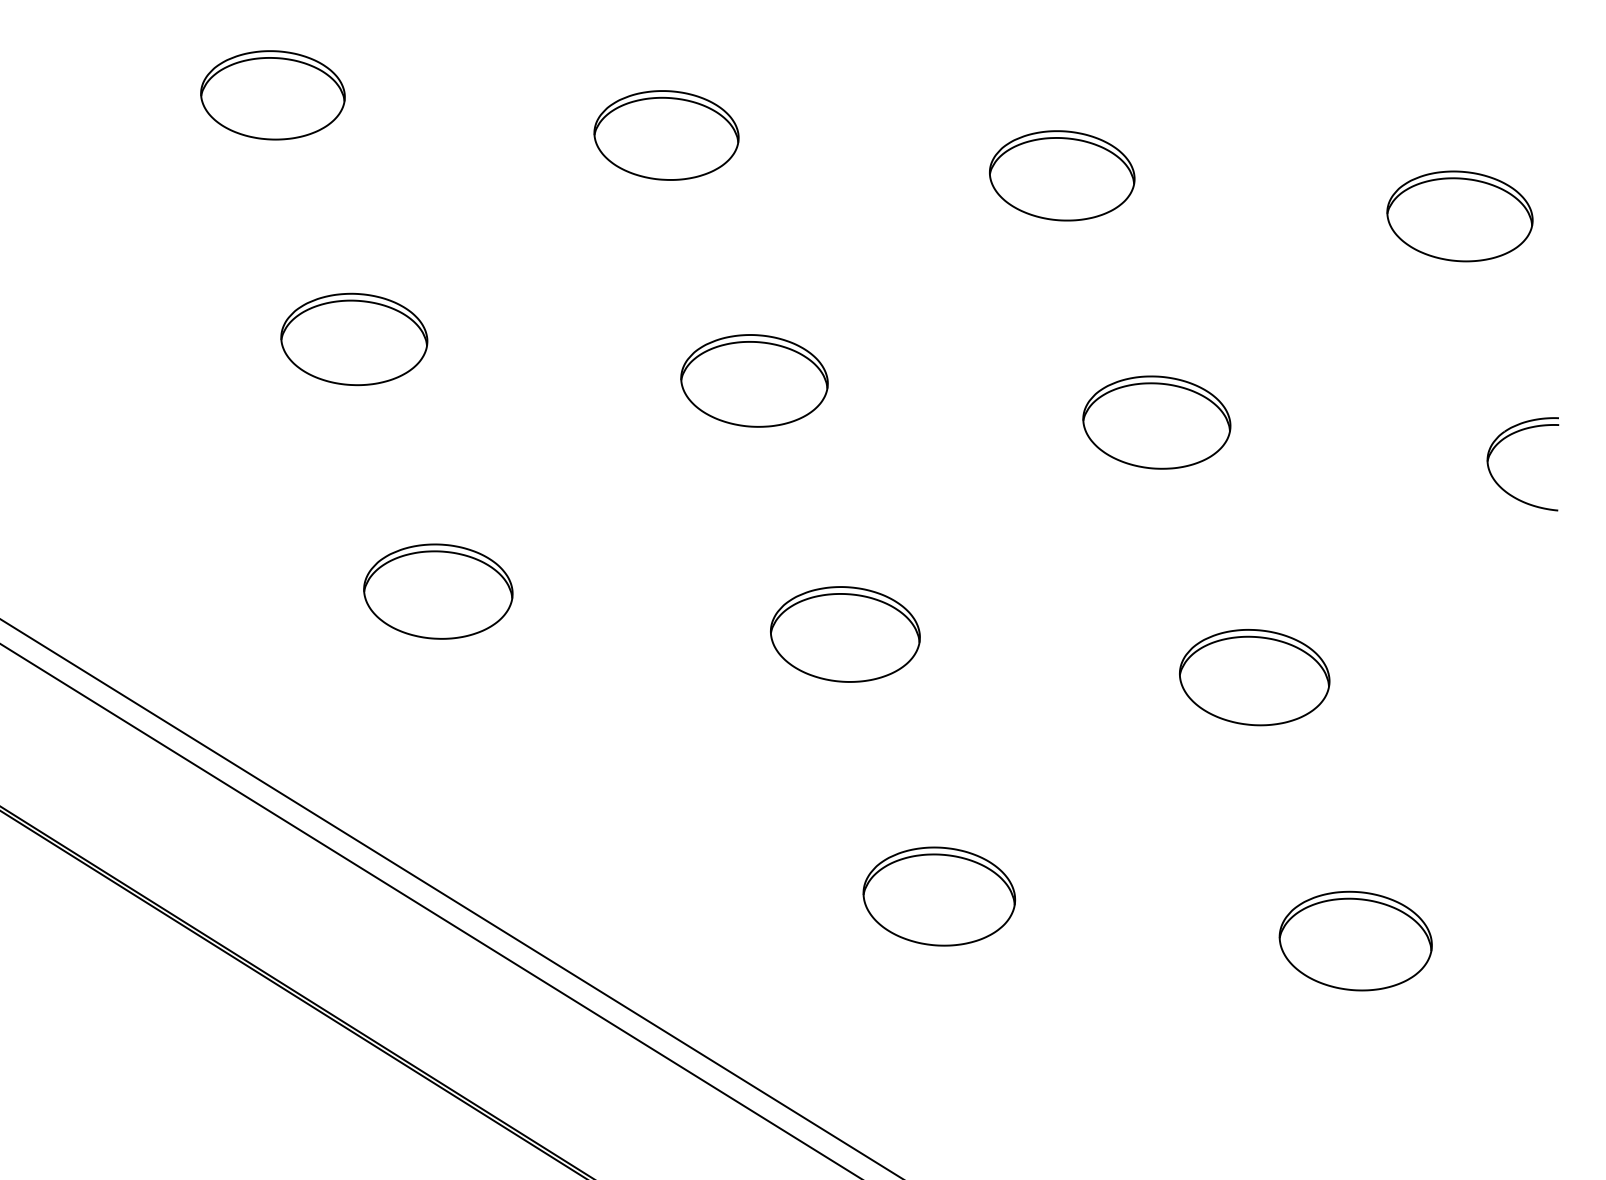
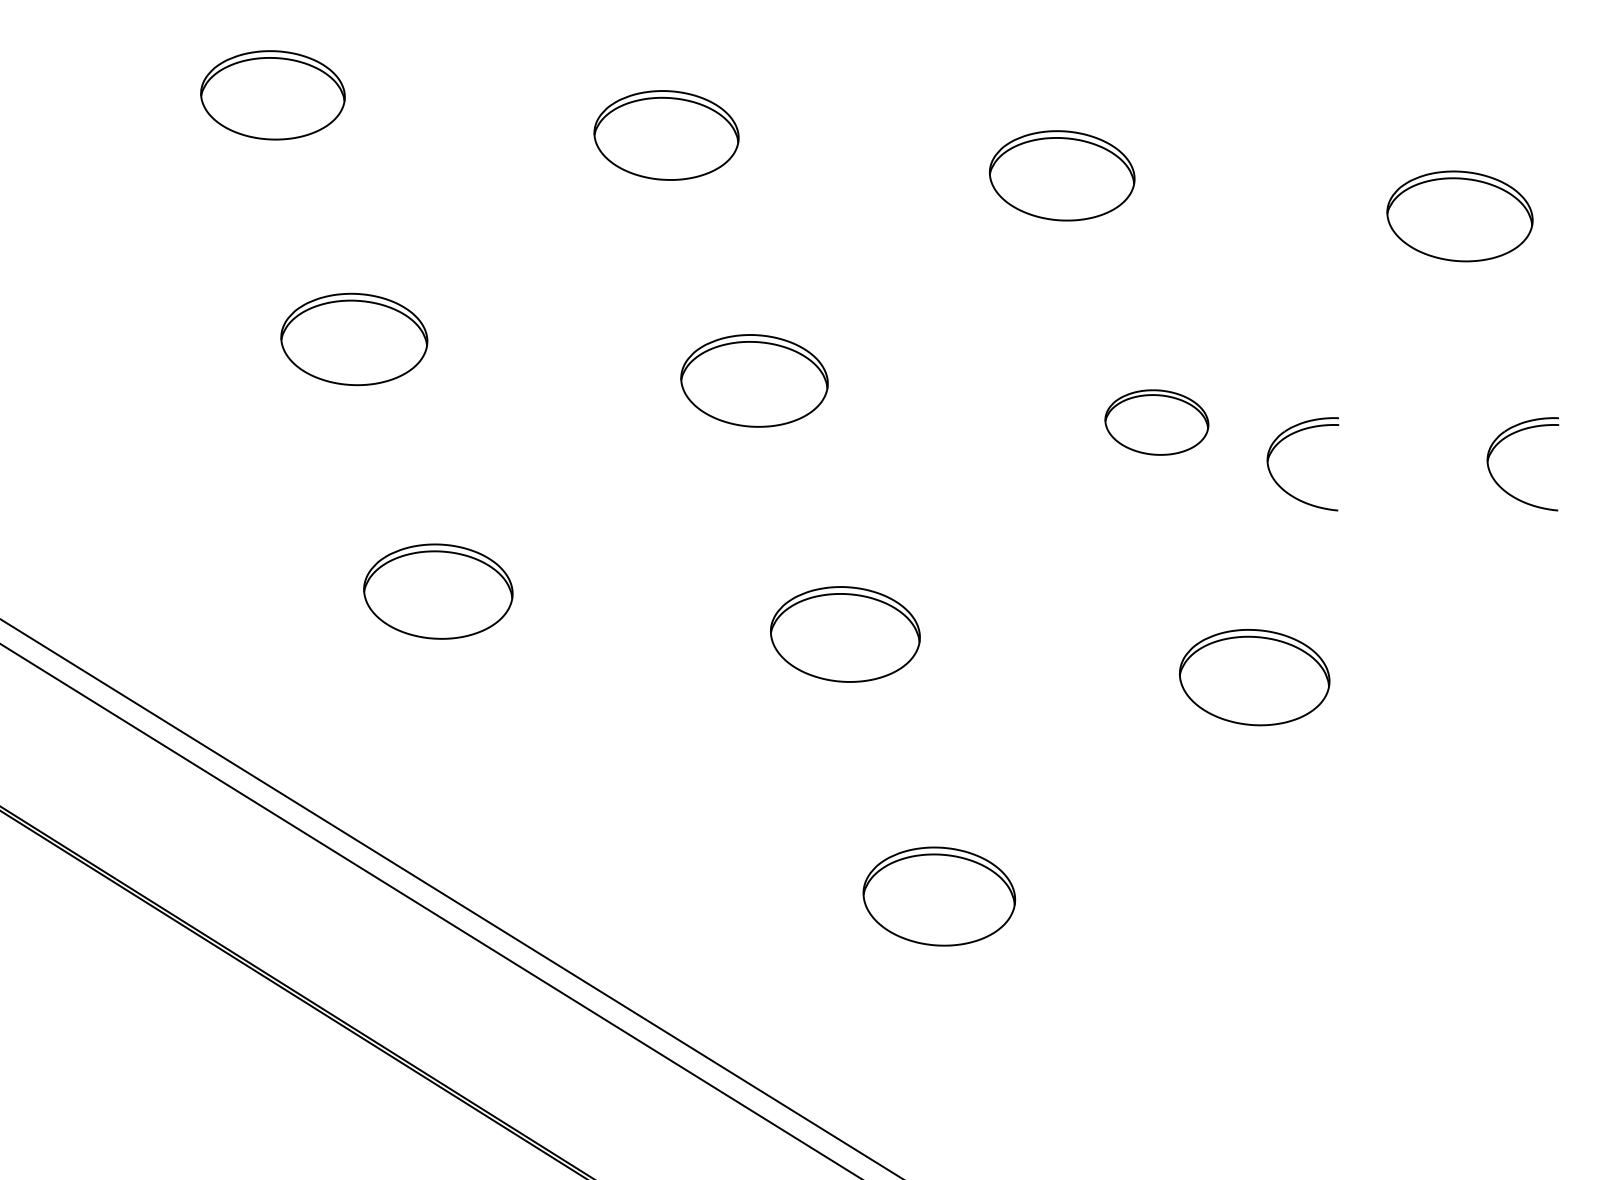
part at (1156, 422) size: 150x95 px -> 106x67 px
part at (1280, 485): none -> present
part at (1355, 940): present -> none
